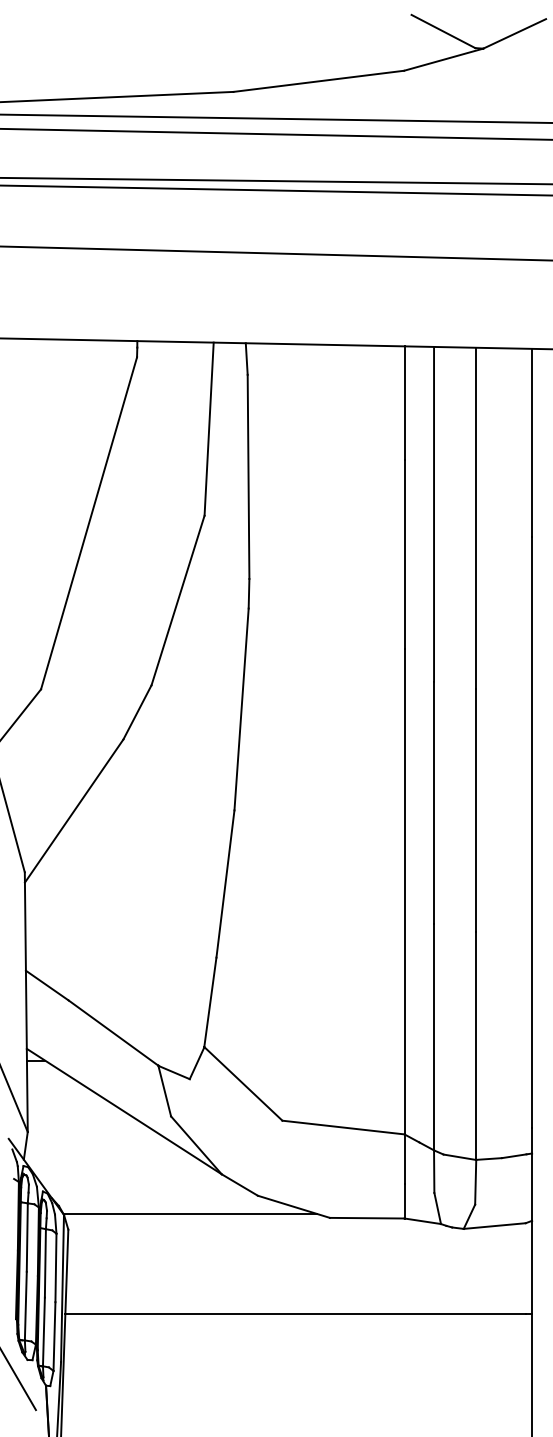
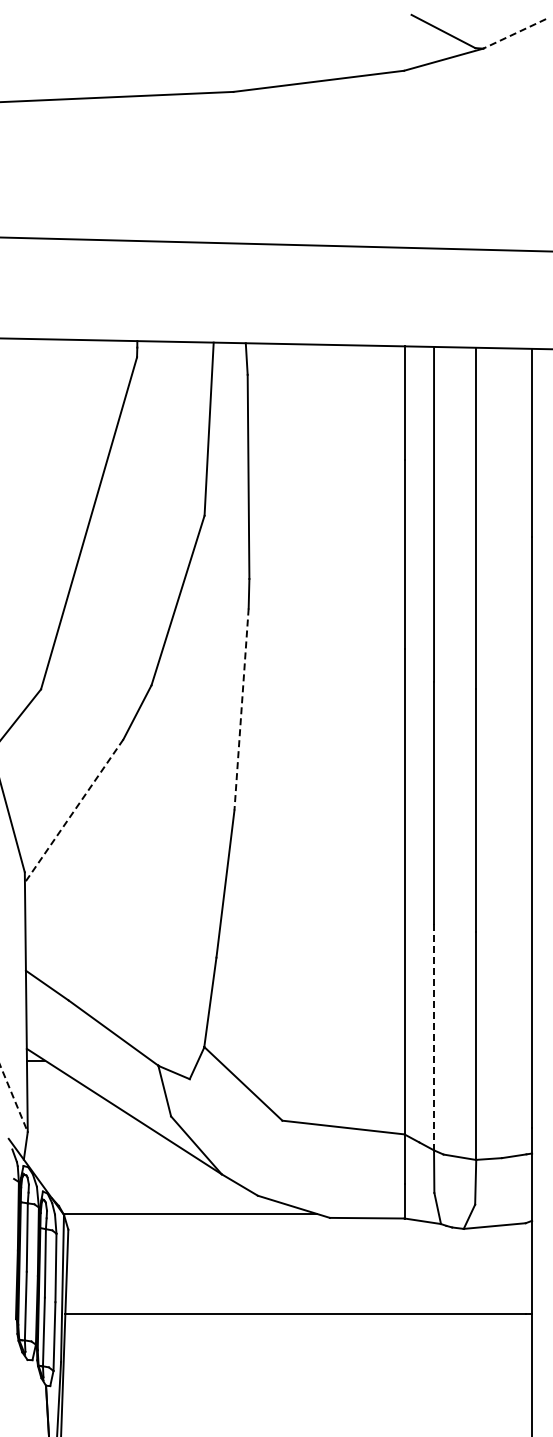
line at (514, 33): solid -> dashed
line at (275, 118): present -> none
line at (275, 133): present -> none
line at (275, 180): present -> none
line at (275, 190): present -> none
line at (275, 253) position: (275, 253) -> (275, 244)
line at (241, 709): solid -> dashed
line at (74, 811): solid -> dashed
line at (434, 1037): solid -> dashed
line at (14, 1098): solid -> dashed
line at (18, 1380): present -> none
